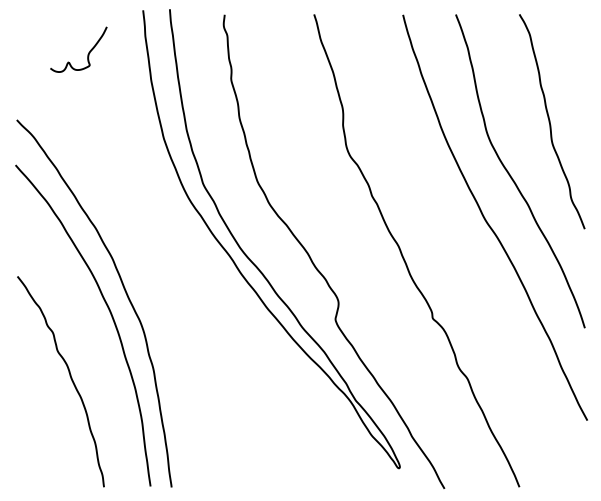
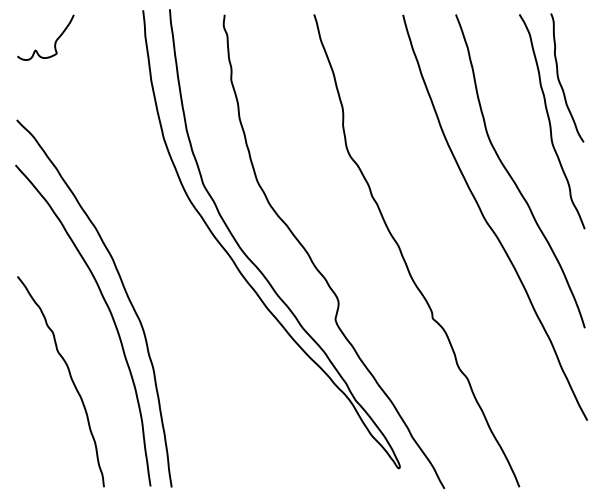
curve at (87, 54) position: (87, 54) -> (54, 42)
curve at (559, 78): none -> present
